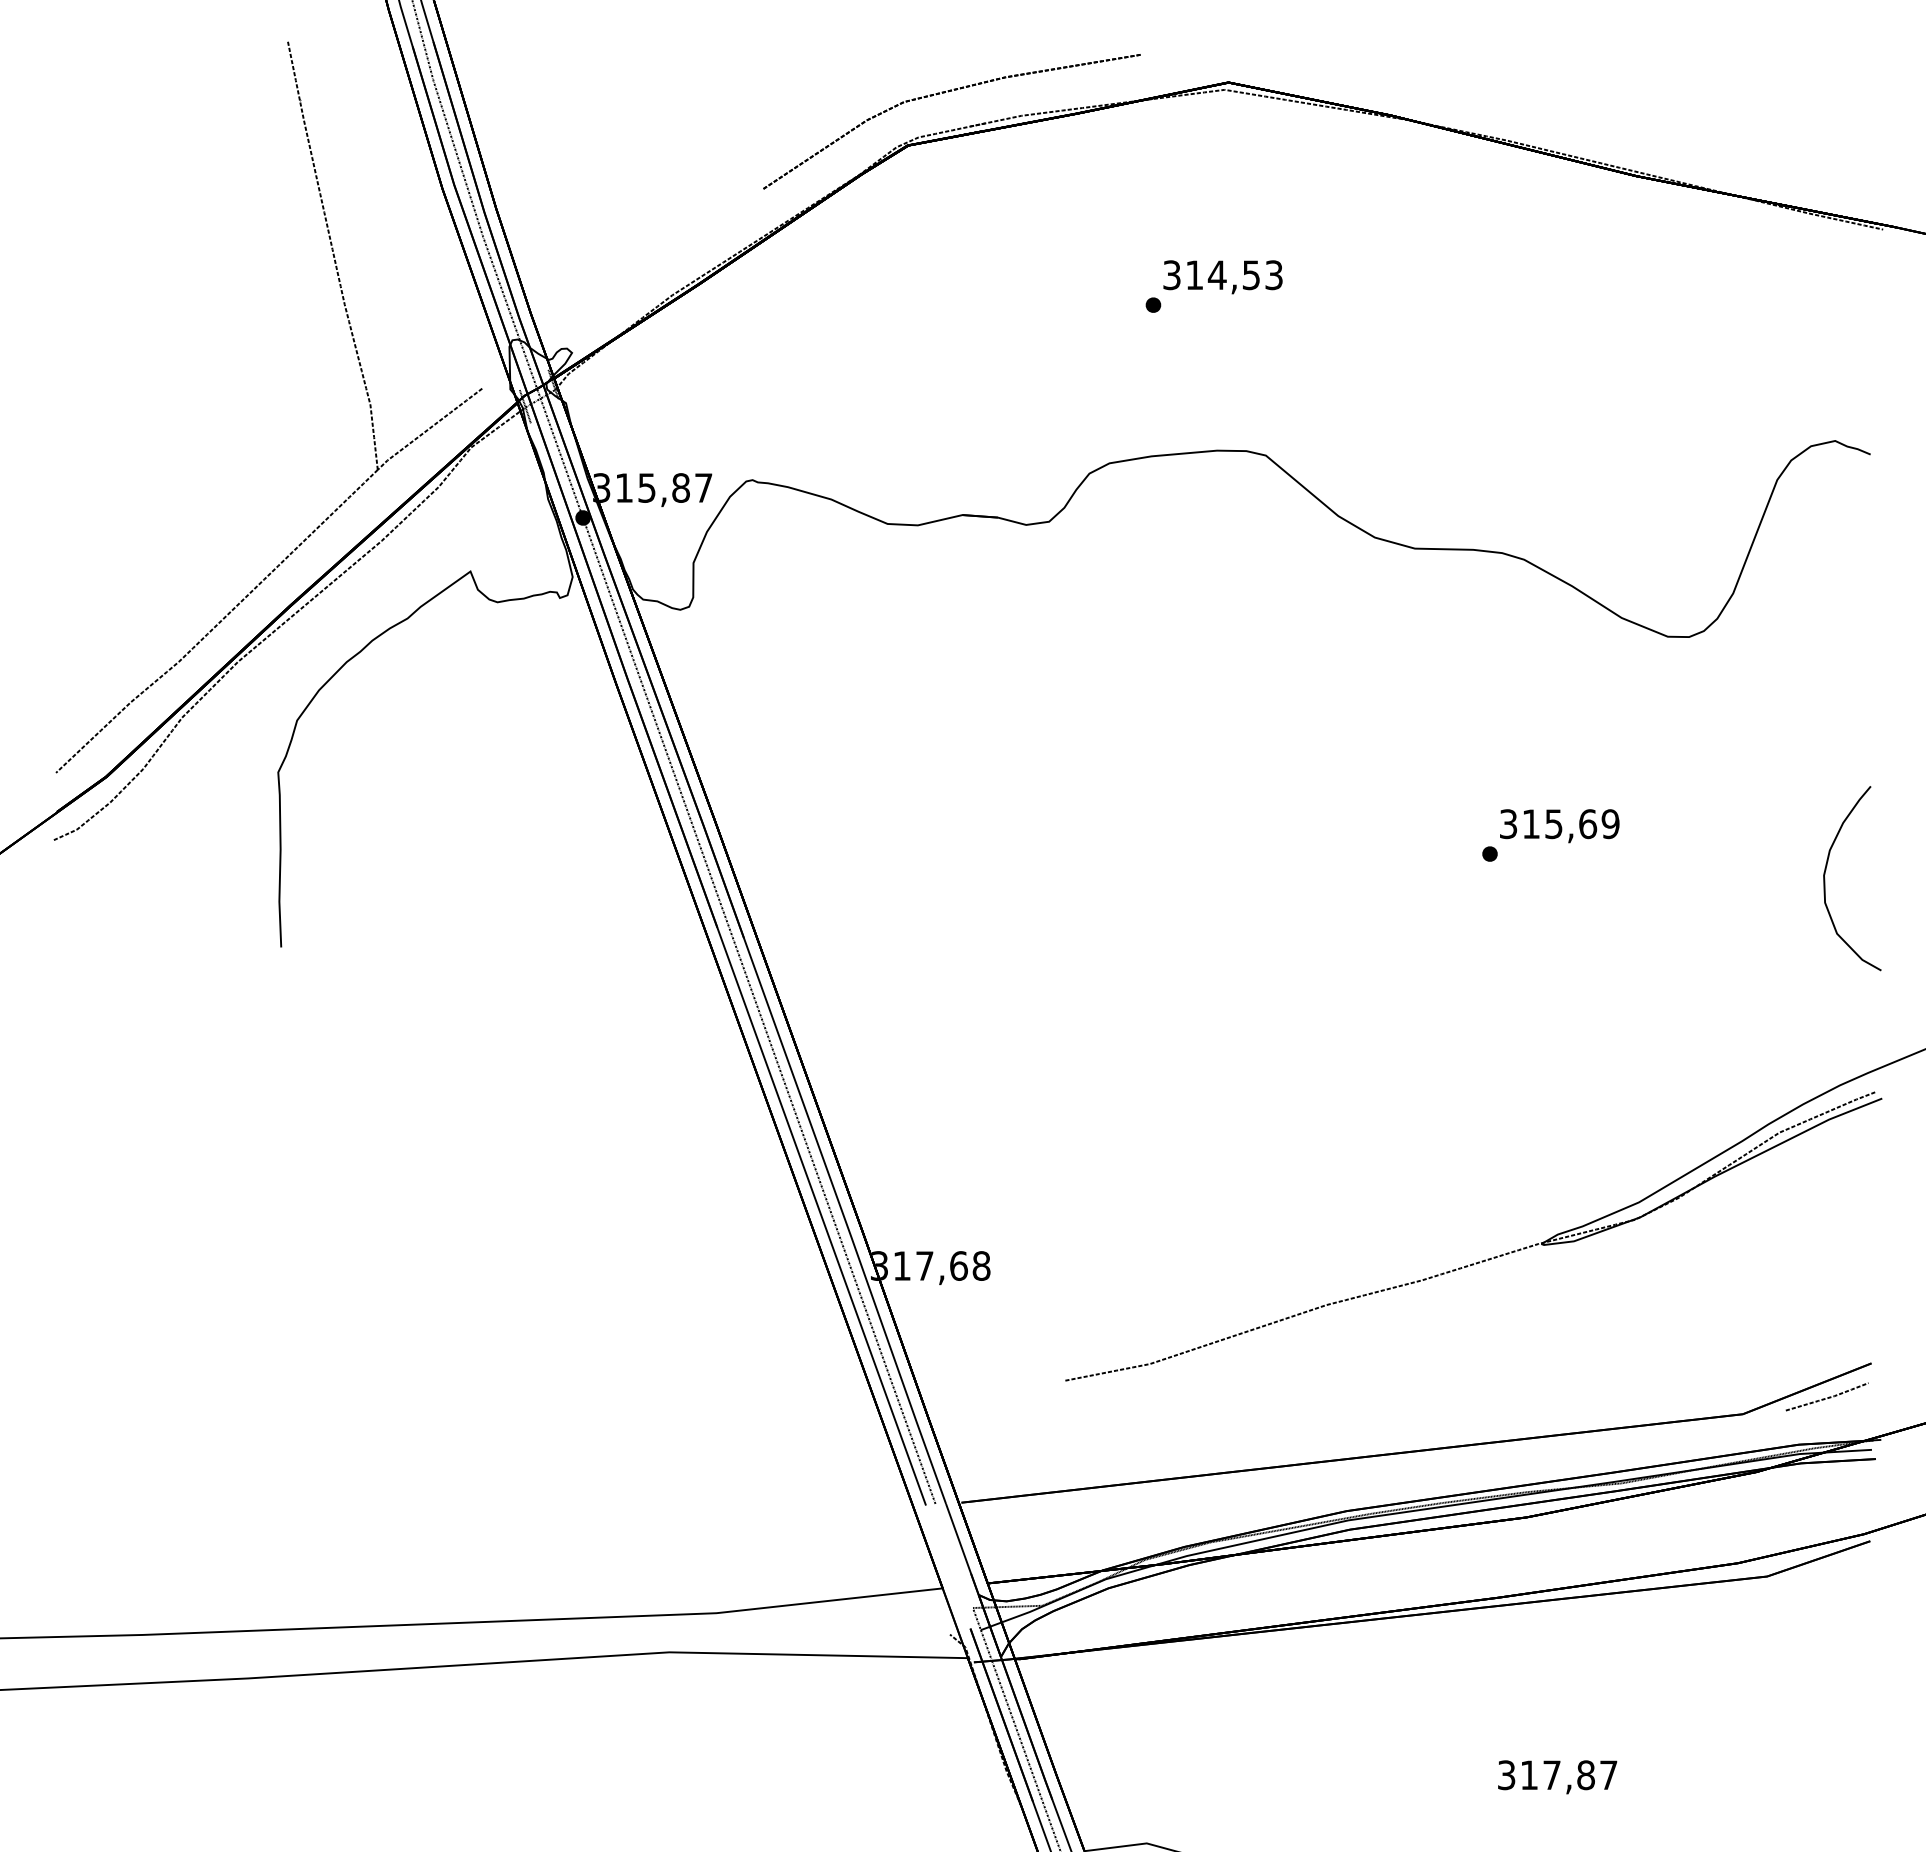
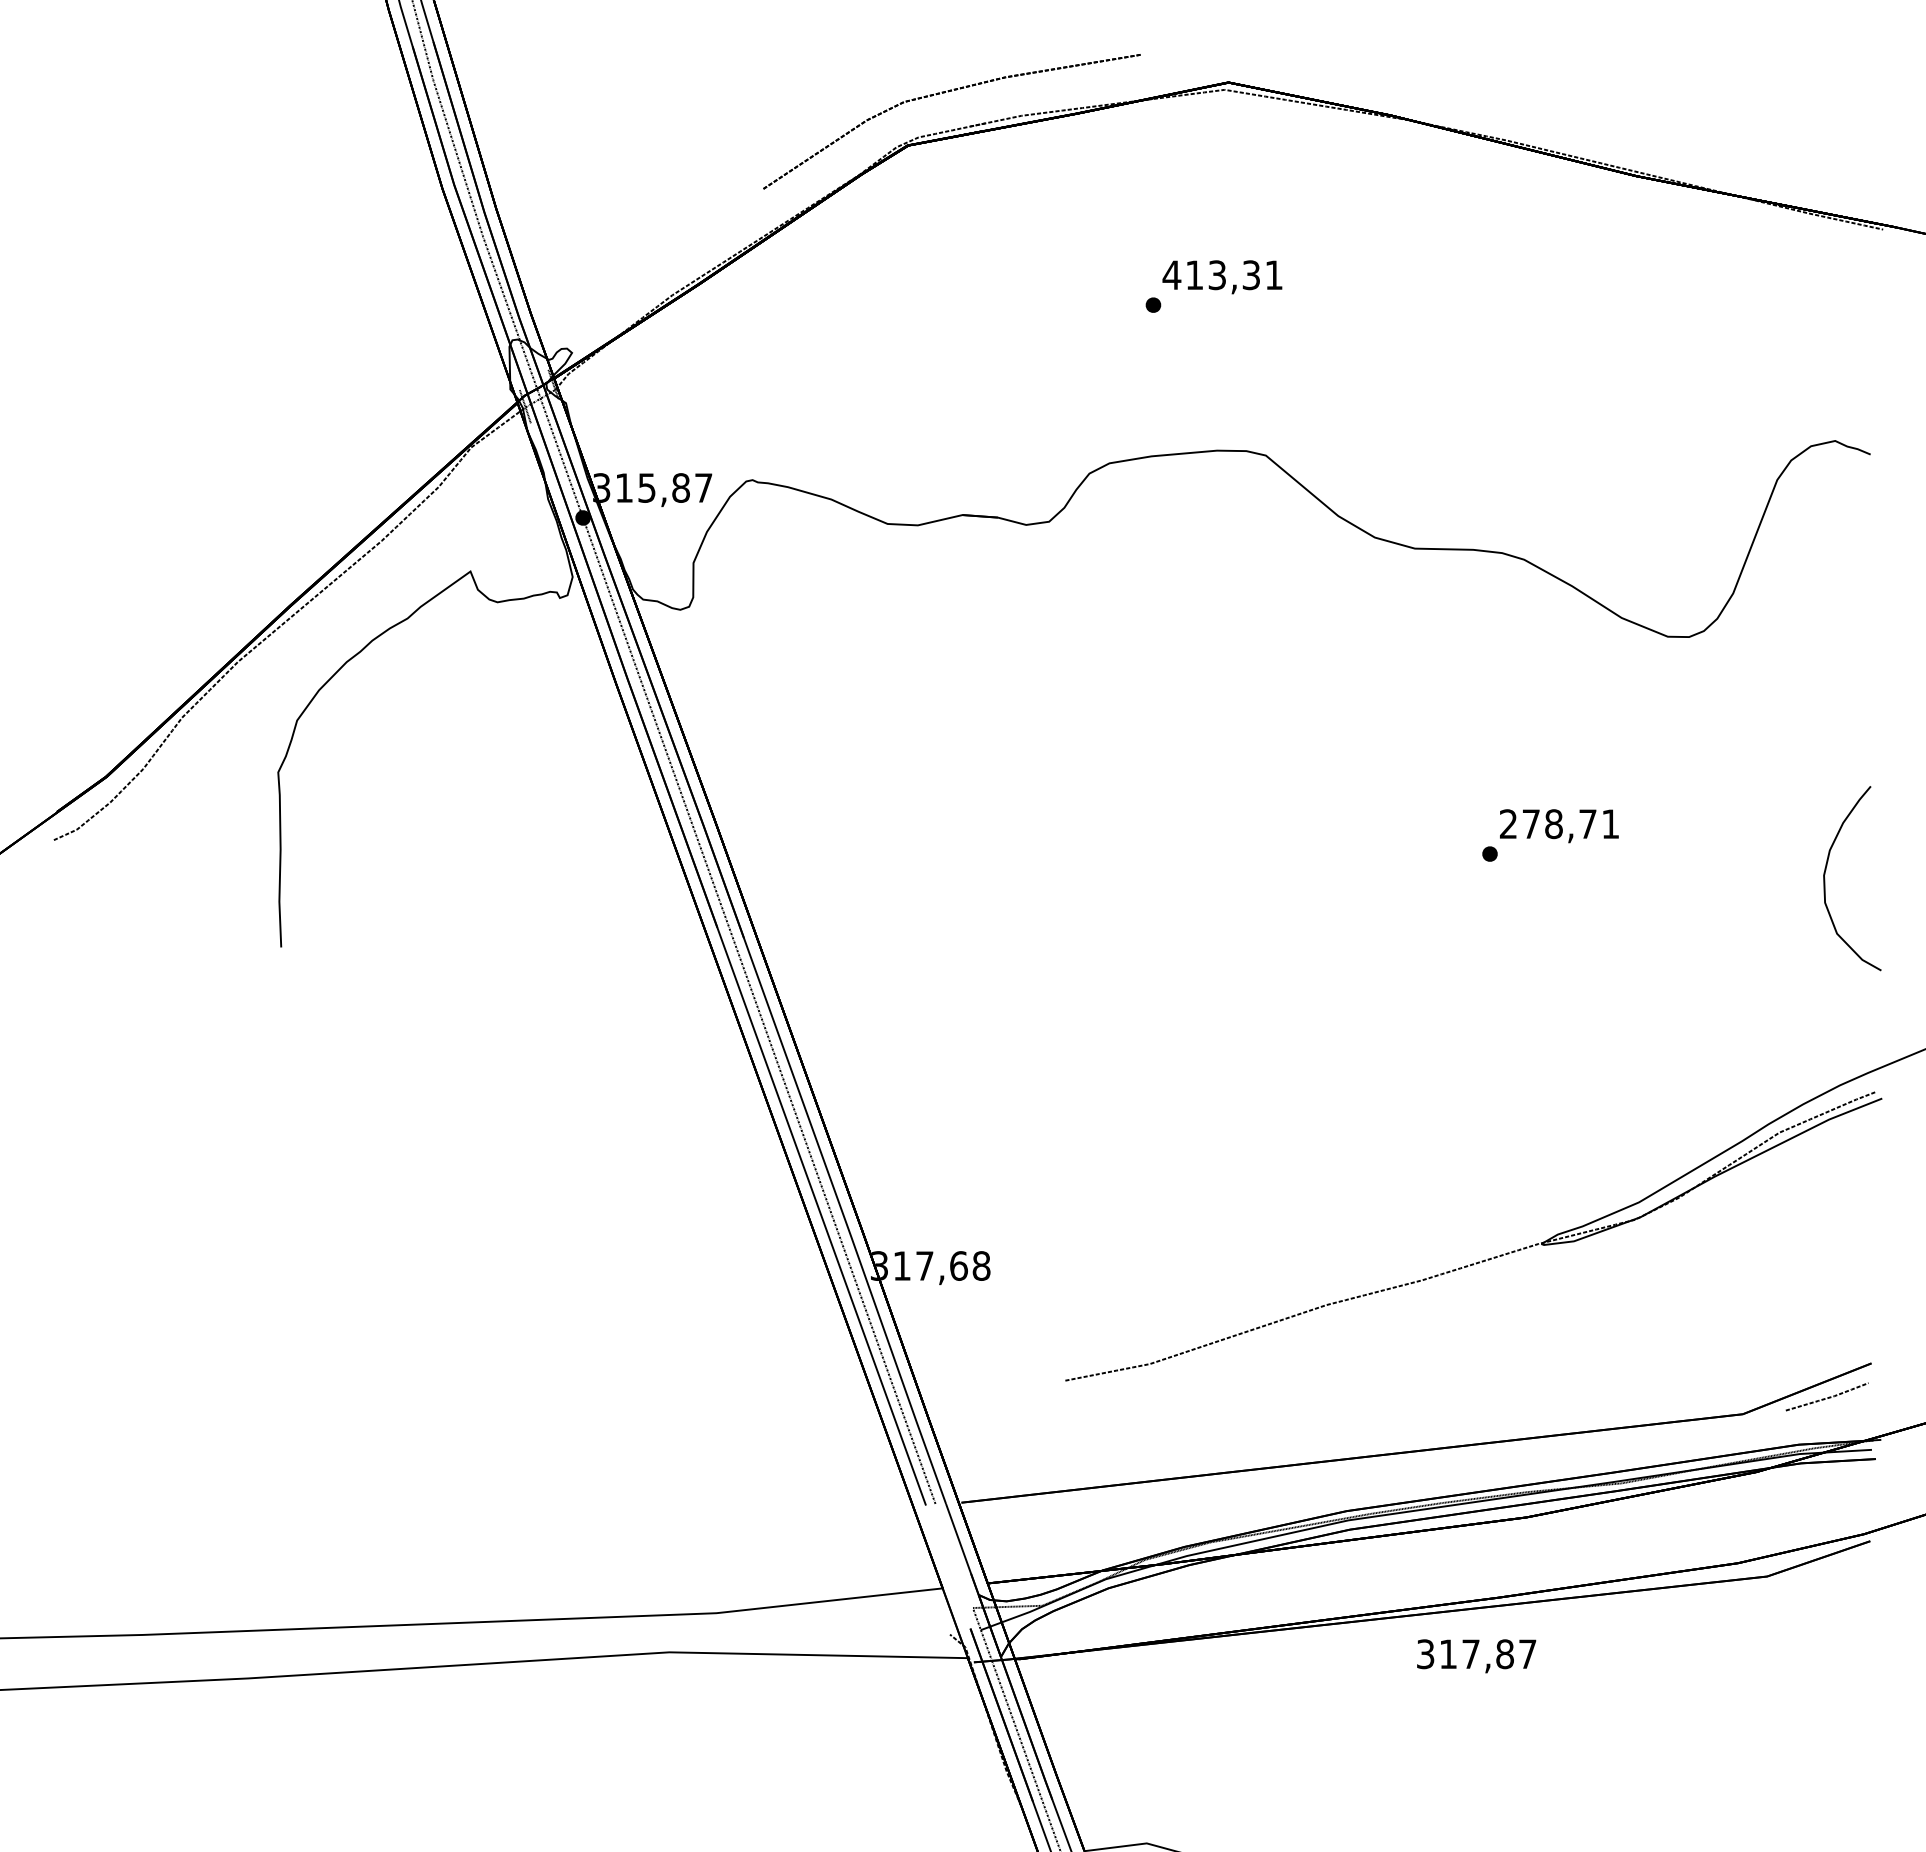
text at (1222, 275): 314,53 -> 413,31
part at (363, 382): present -> none
text at (1559, 824): 315,69 -> 278,71
text at (1557, 1777) position: (1557, 1777) -> (1476, 1656)
